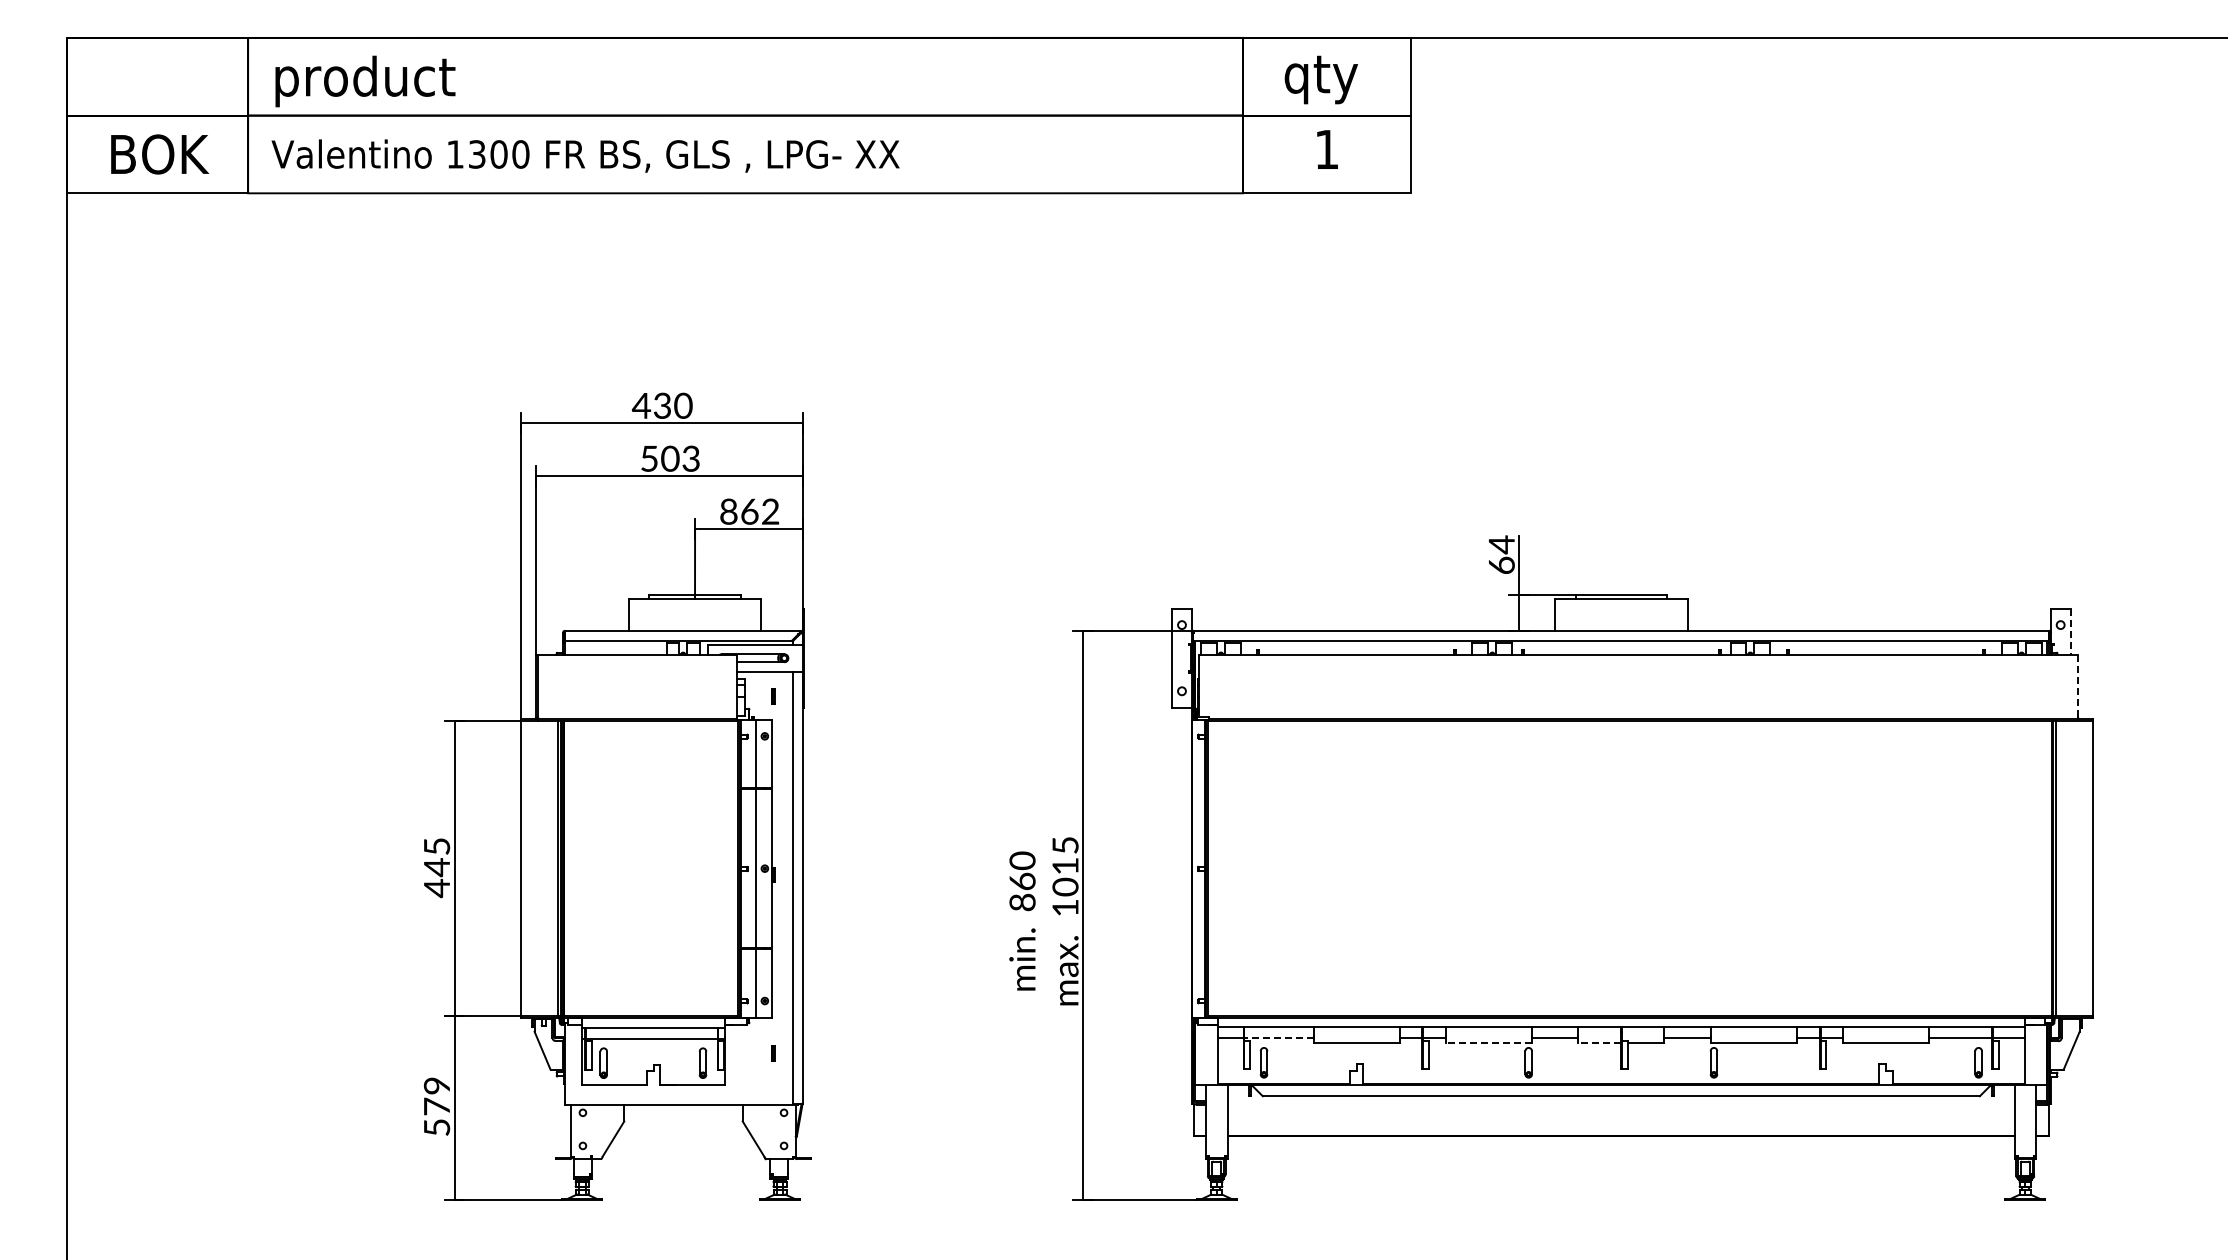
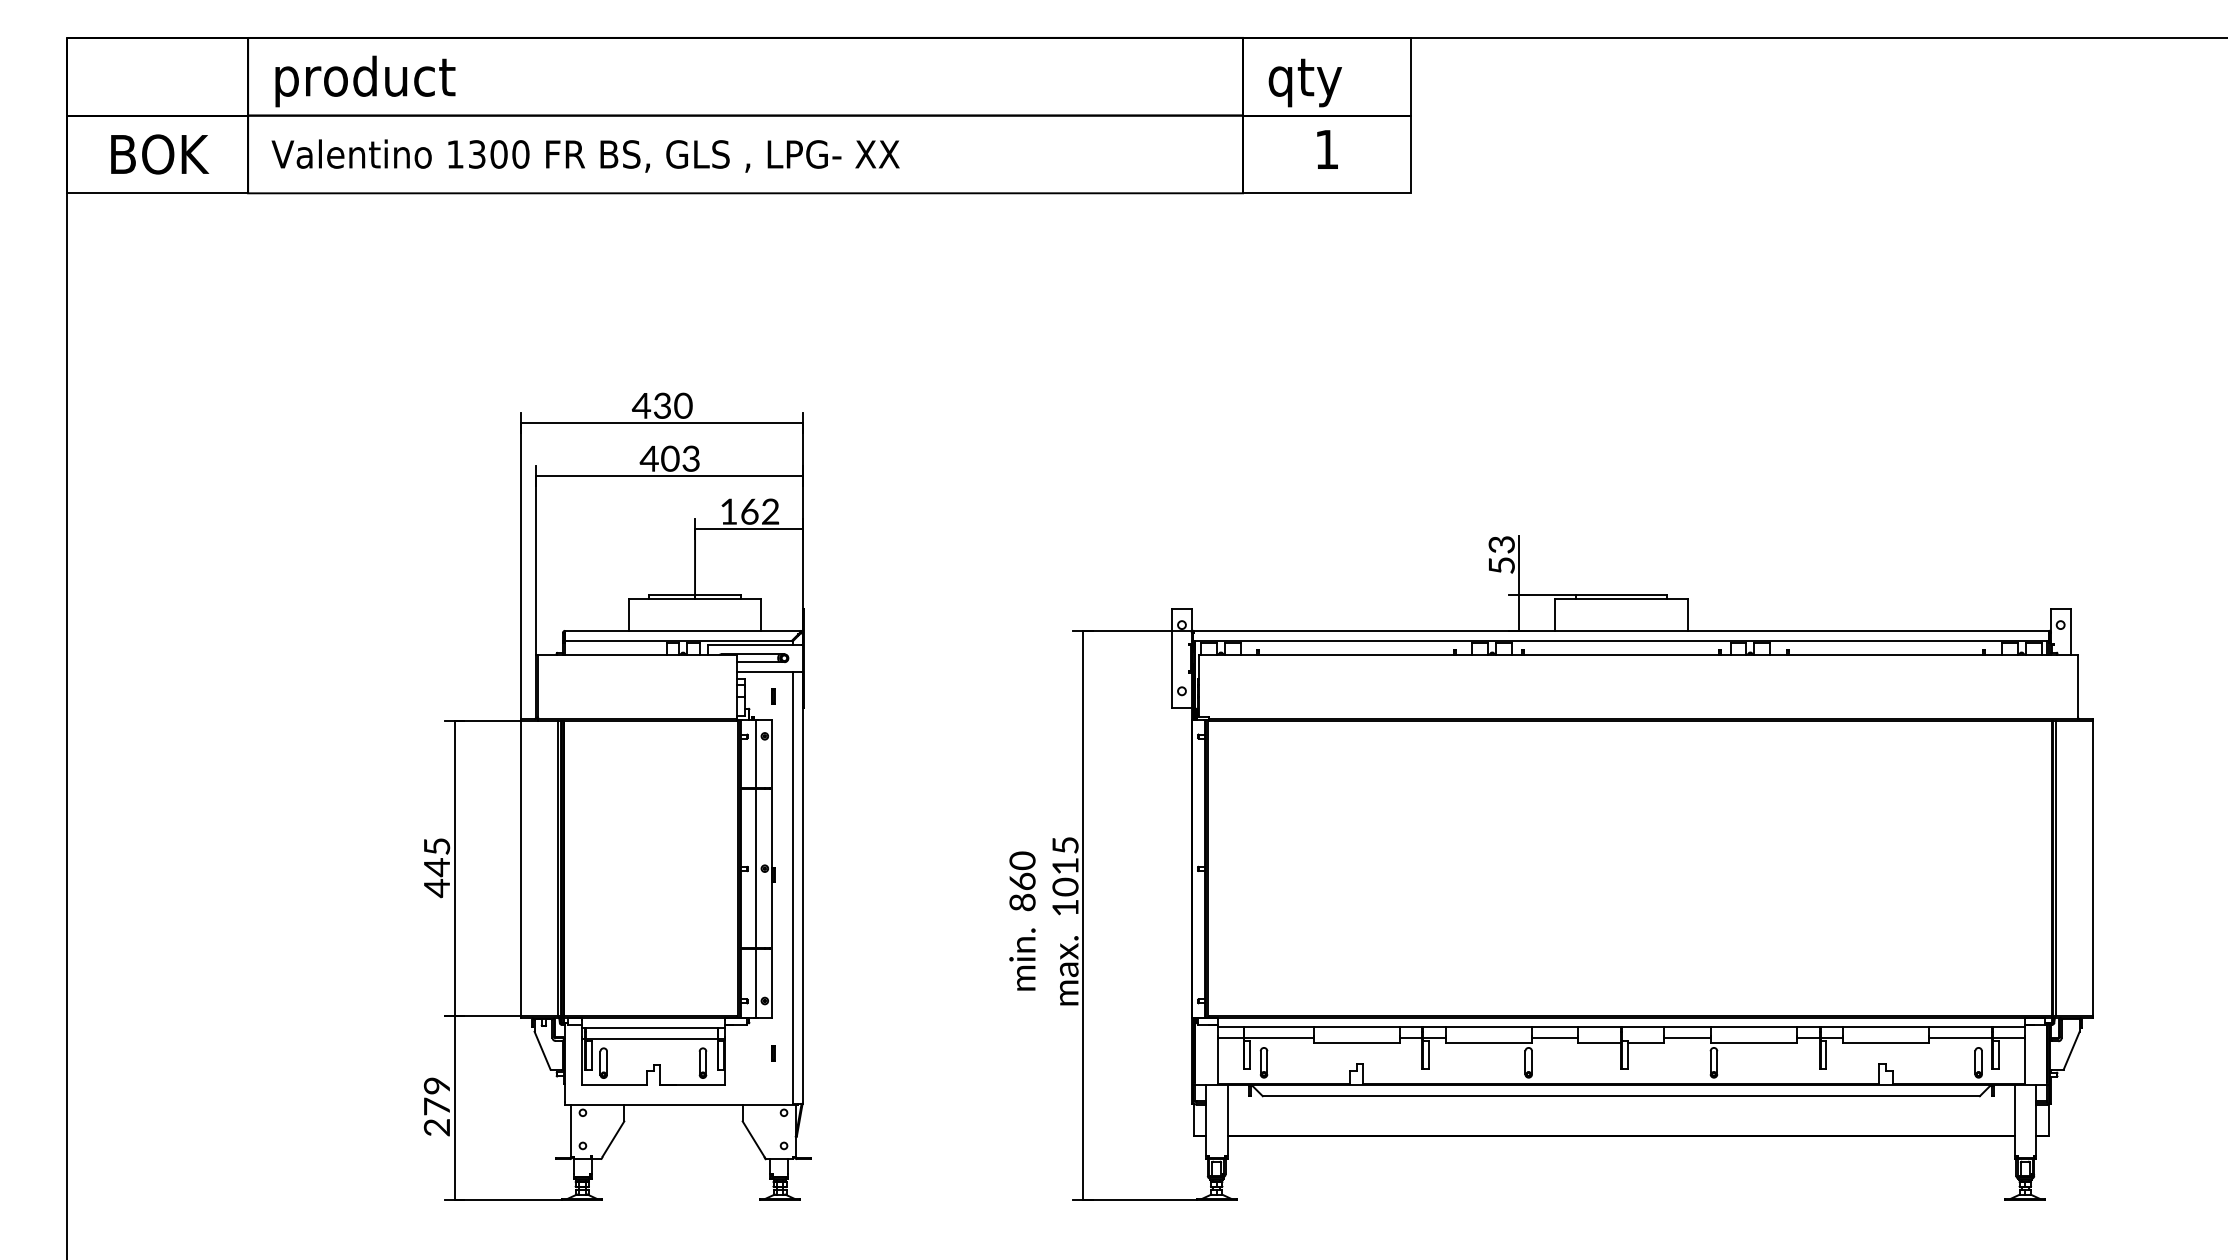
text at (1320, 79) position: (1320, 79) -> (1304, 82)
text at (648, 458): 503 -> 403
text at (728, 511): 862 -> 162
text at (1501, 554): 64 -> 53
line at (2070, 632): dashed -> solid
line at (2077, 686): dashed -> solid
line at (1278, 1038): dashed -> solid
line at (1488, 1042): dashed -> solid
line at (1599, 1042): dashed -> solid
text at (436, 1127): 579 -> 279
